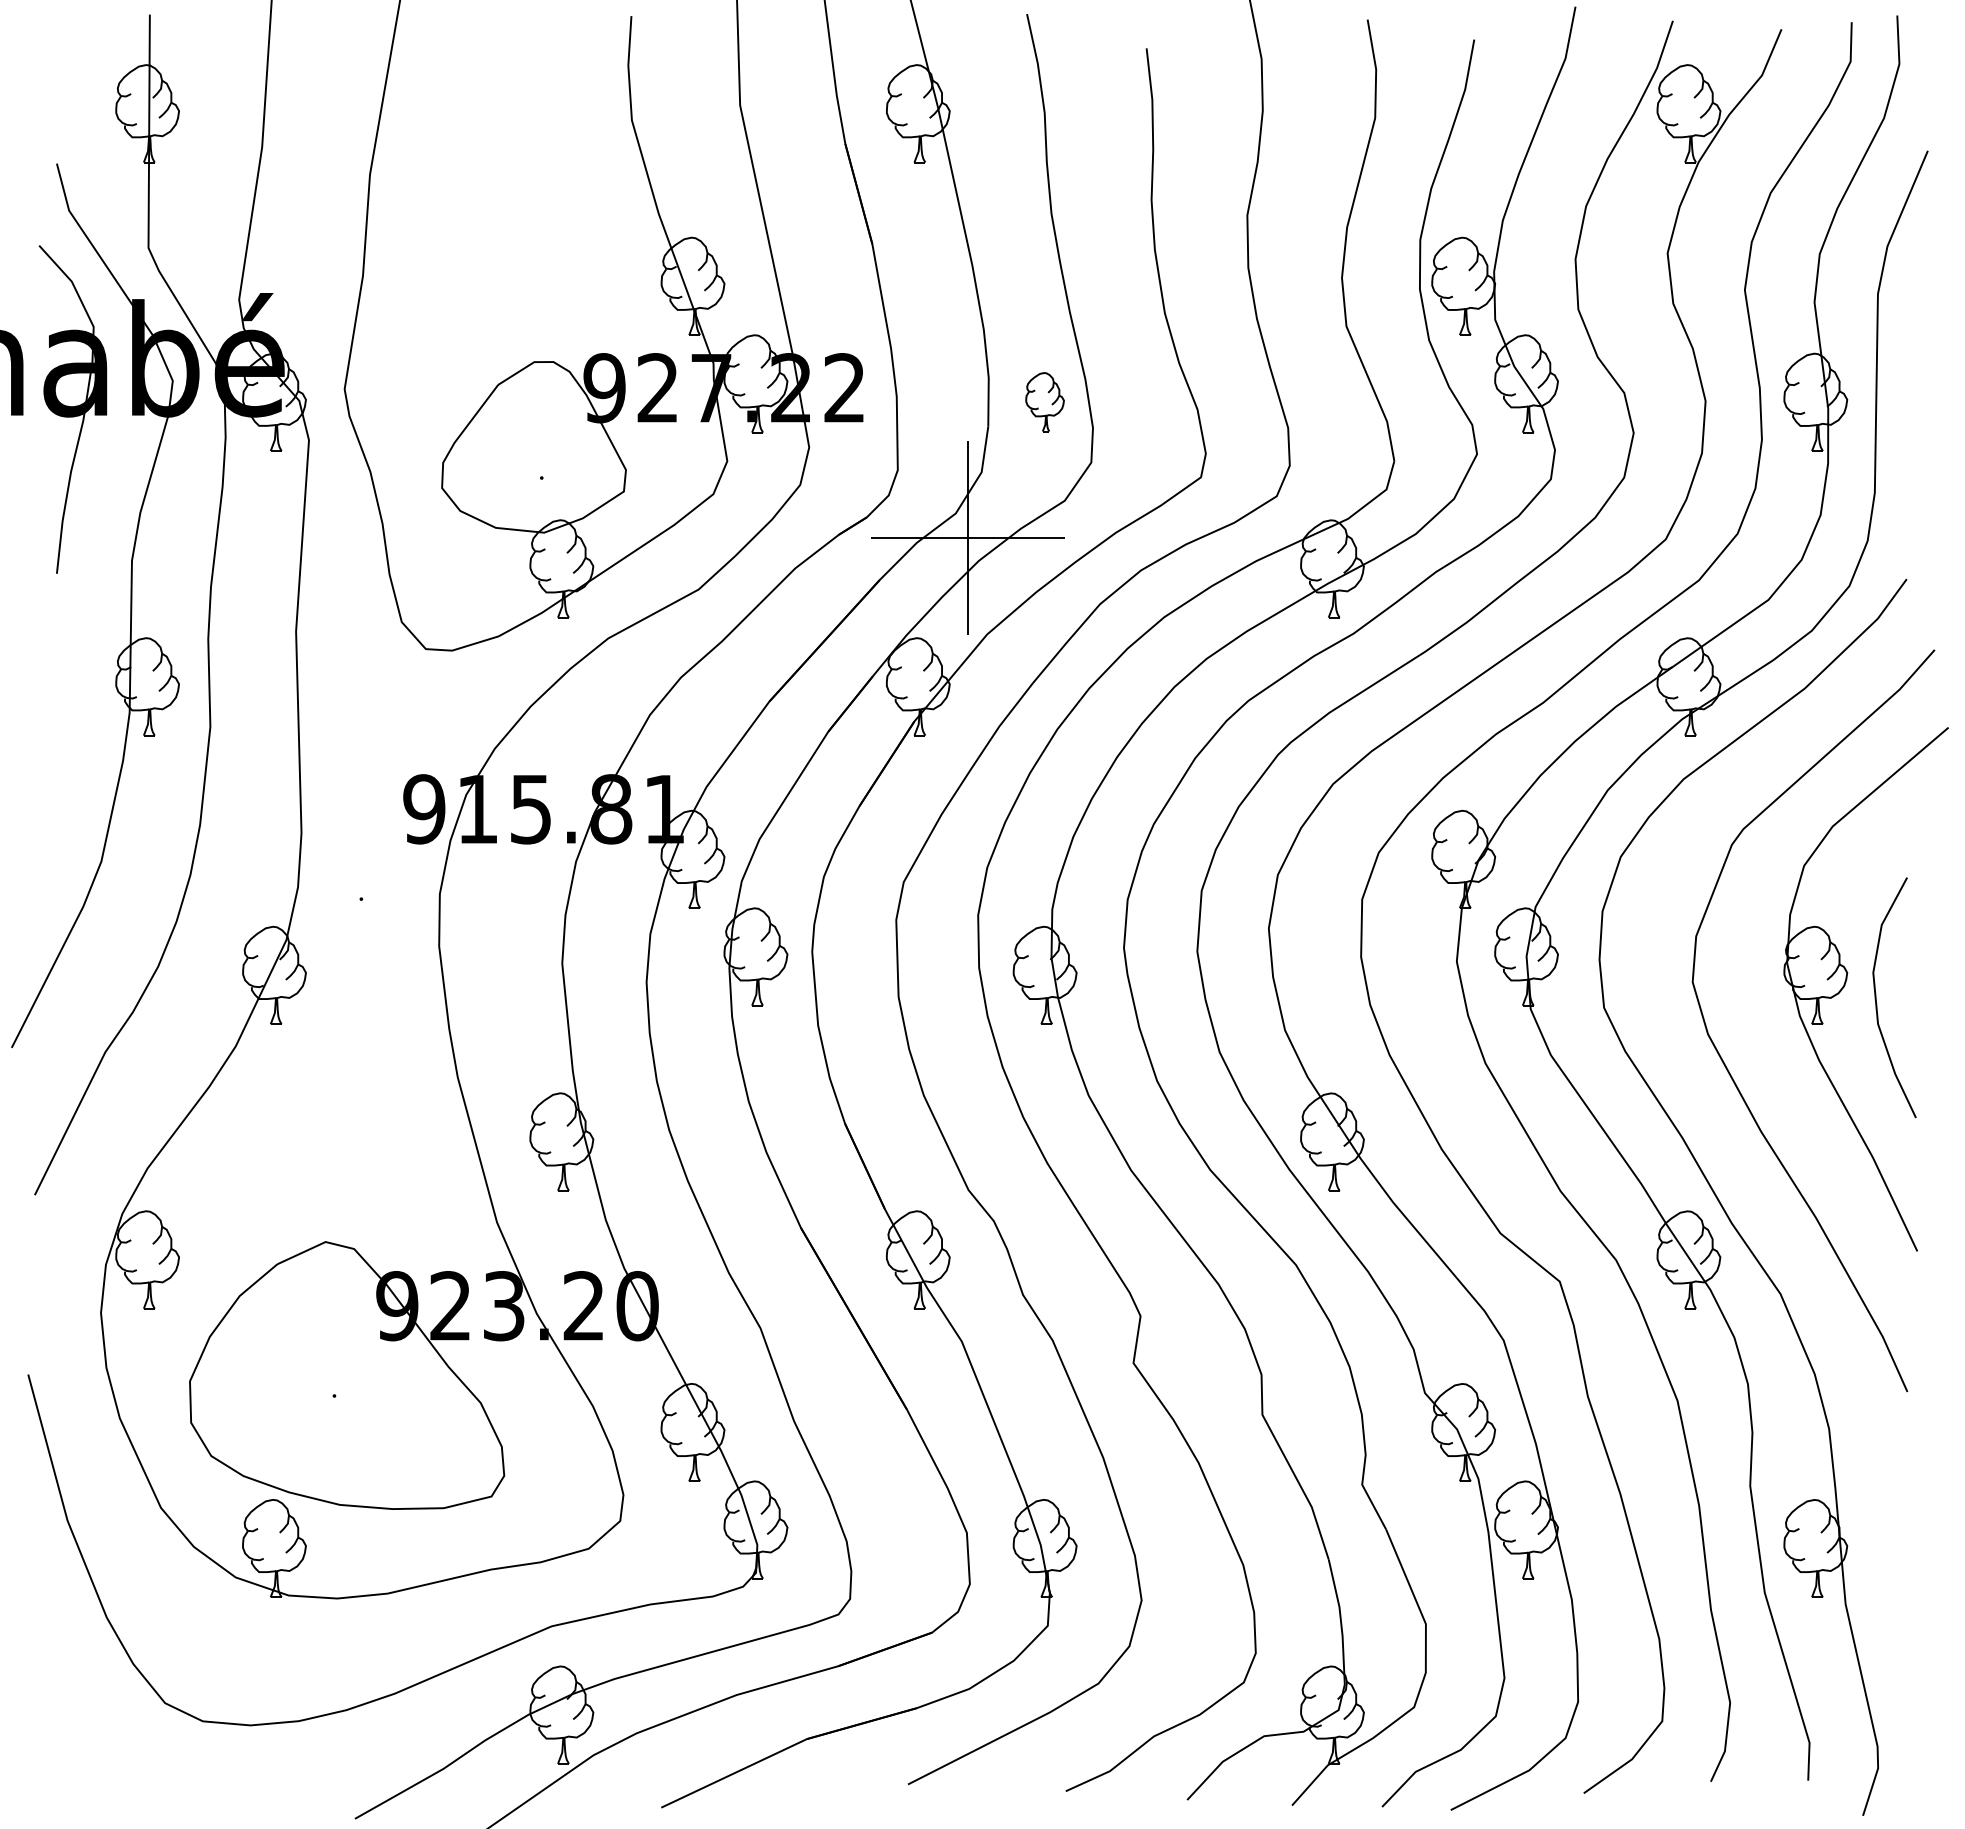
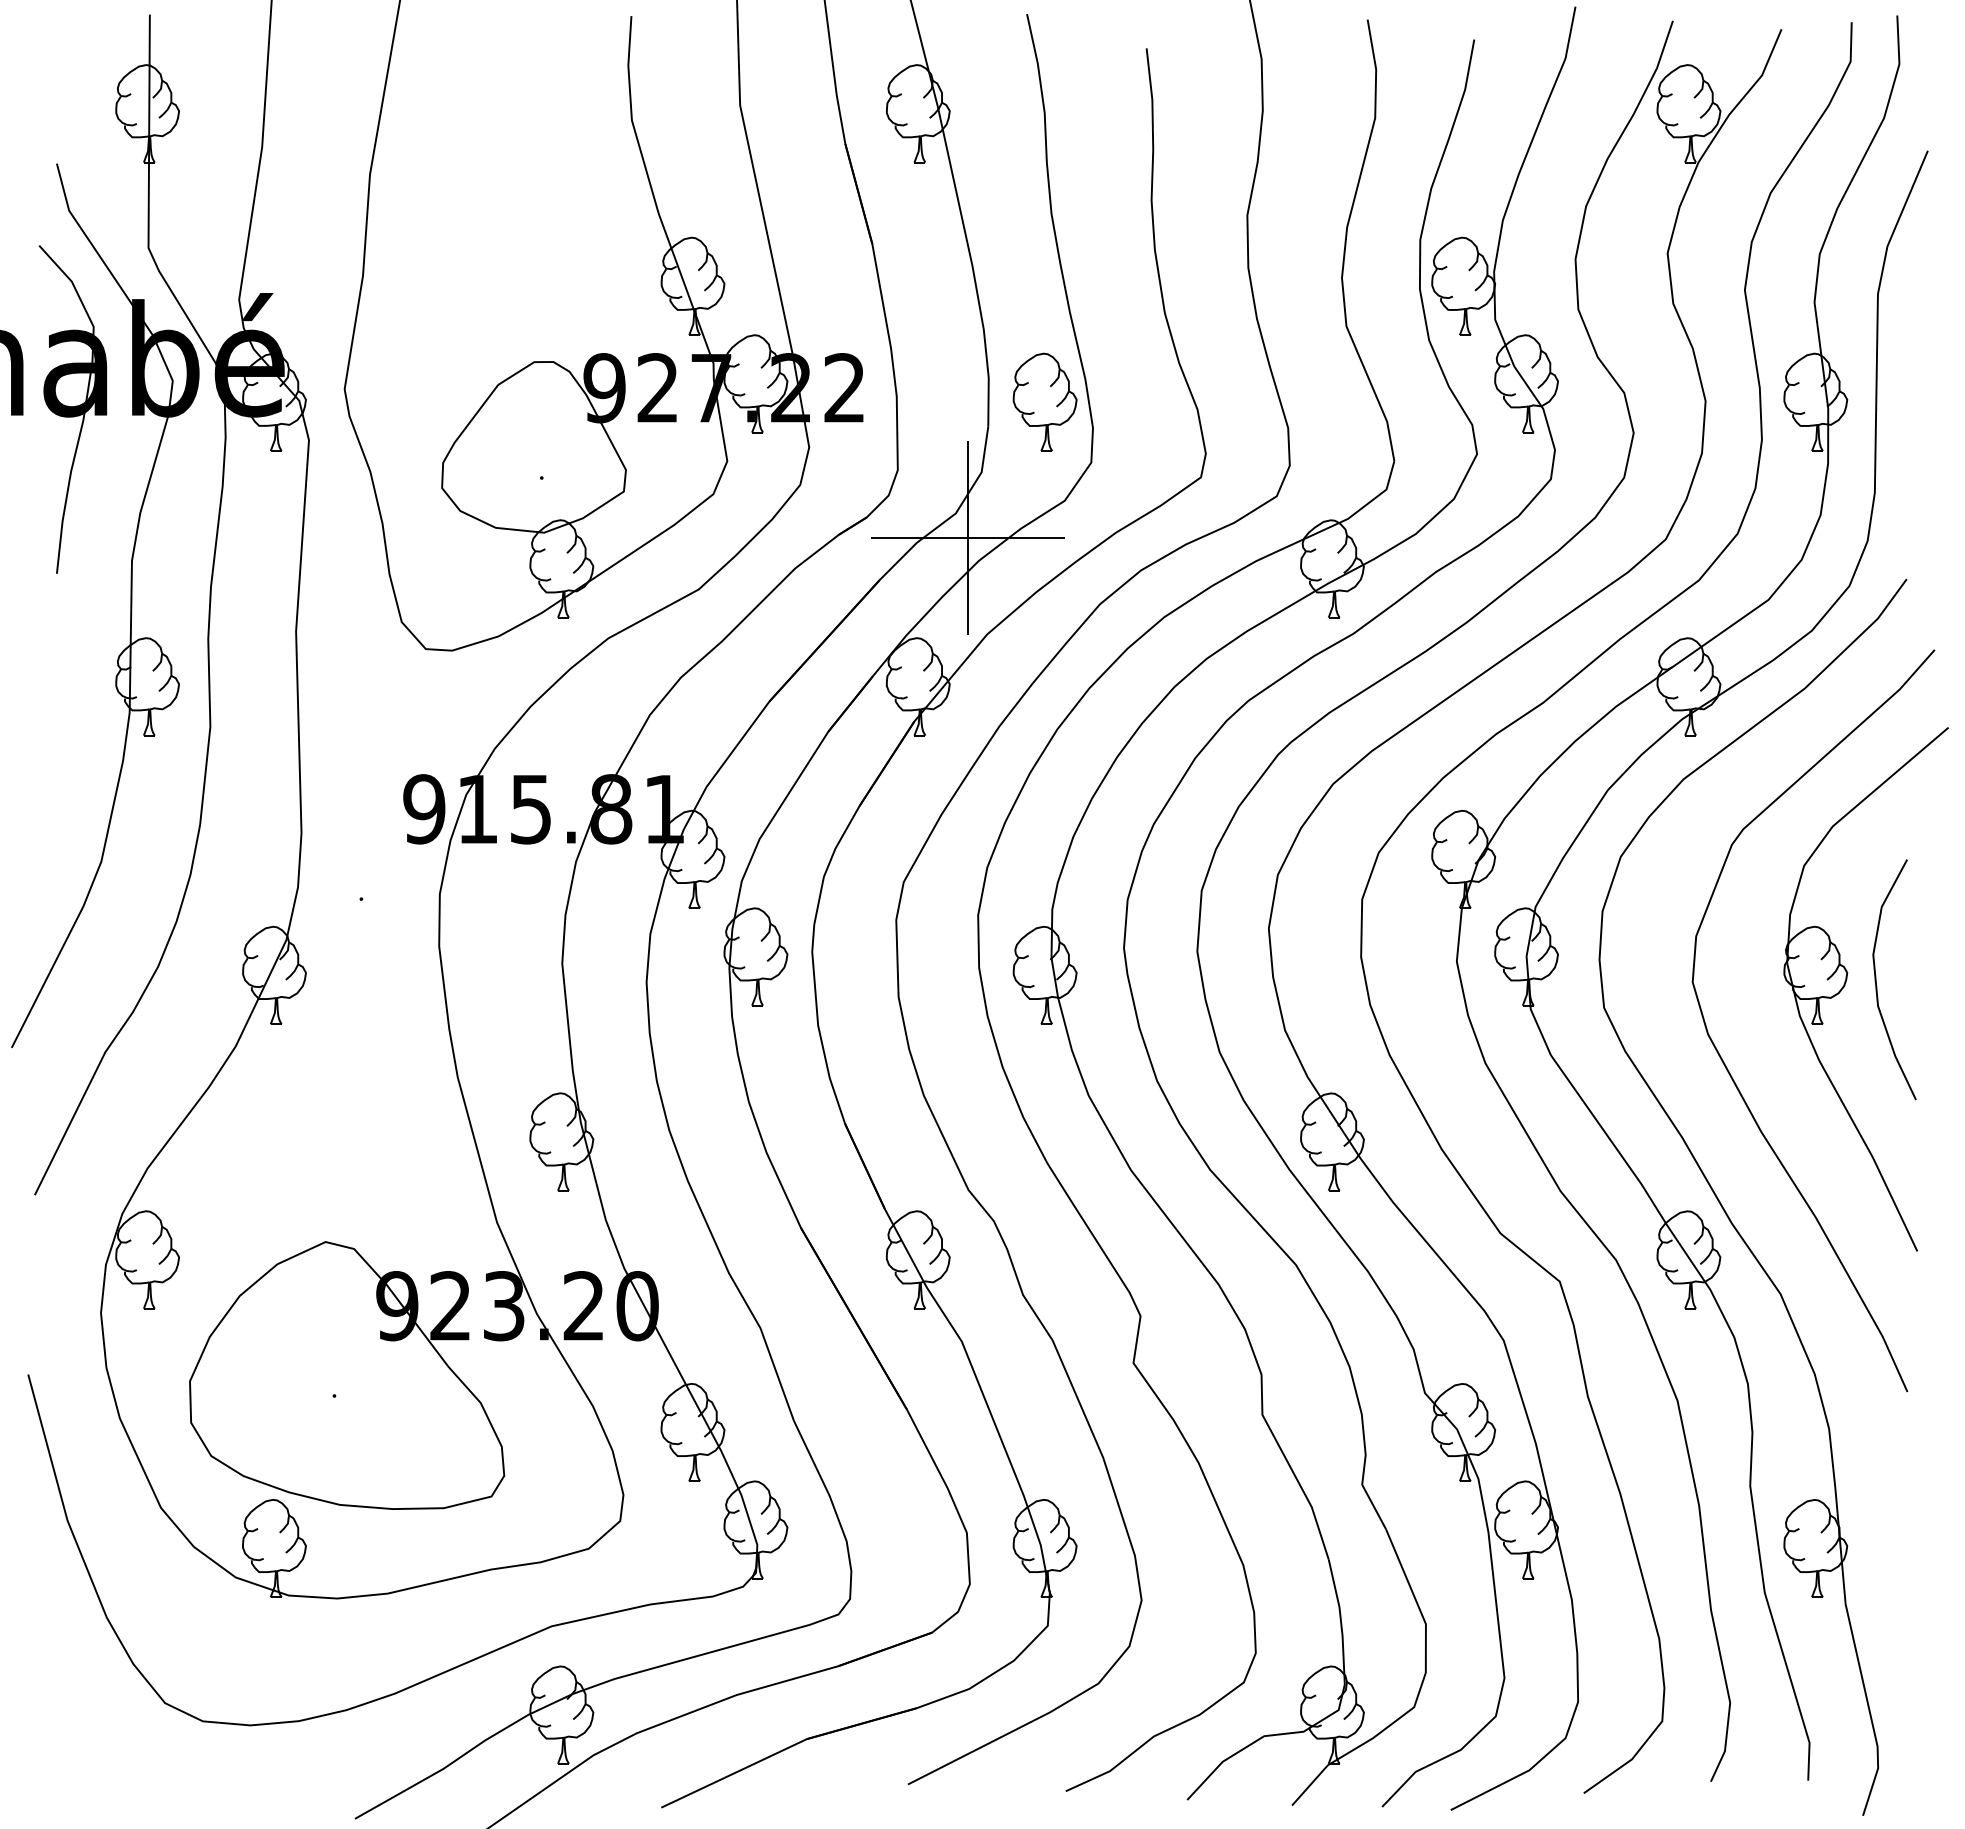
part at (1044, 402) size: 40x61 px -> 66x100 px
curve at (1876, 997) position: (1876, 997) -> (1876, 979)
